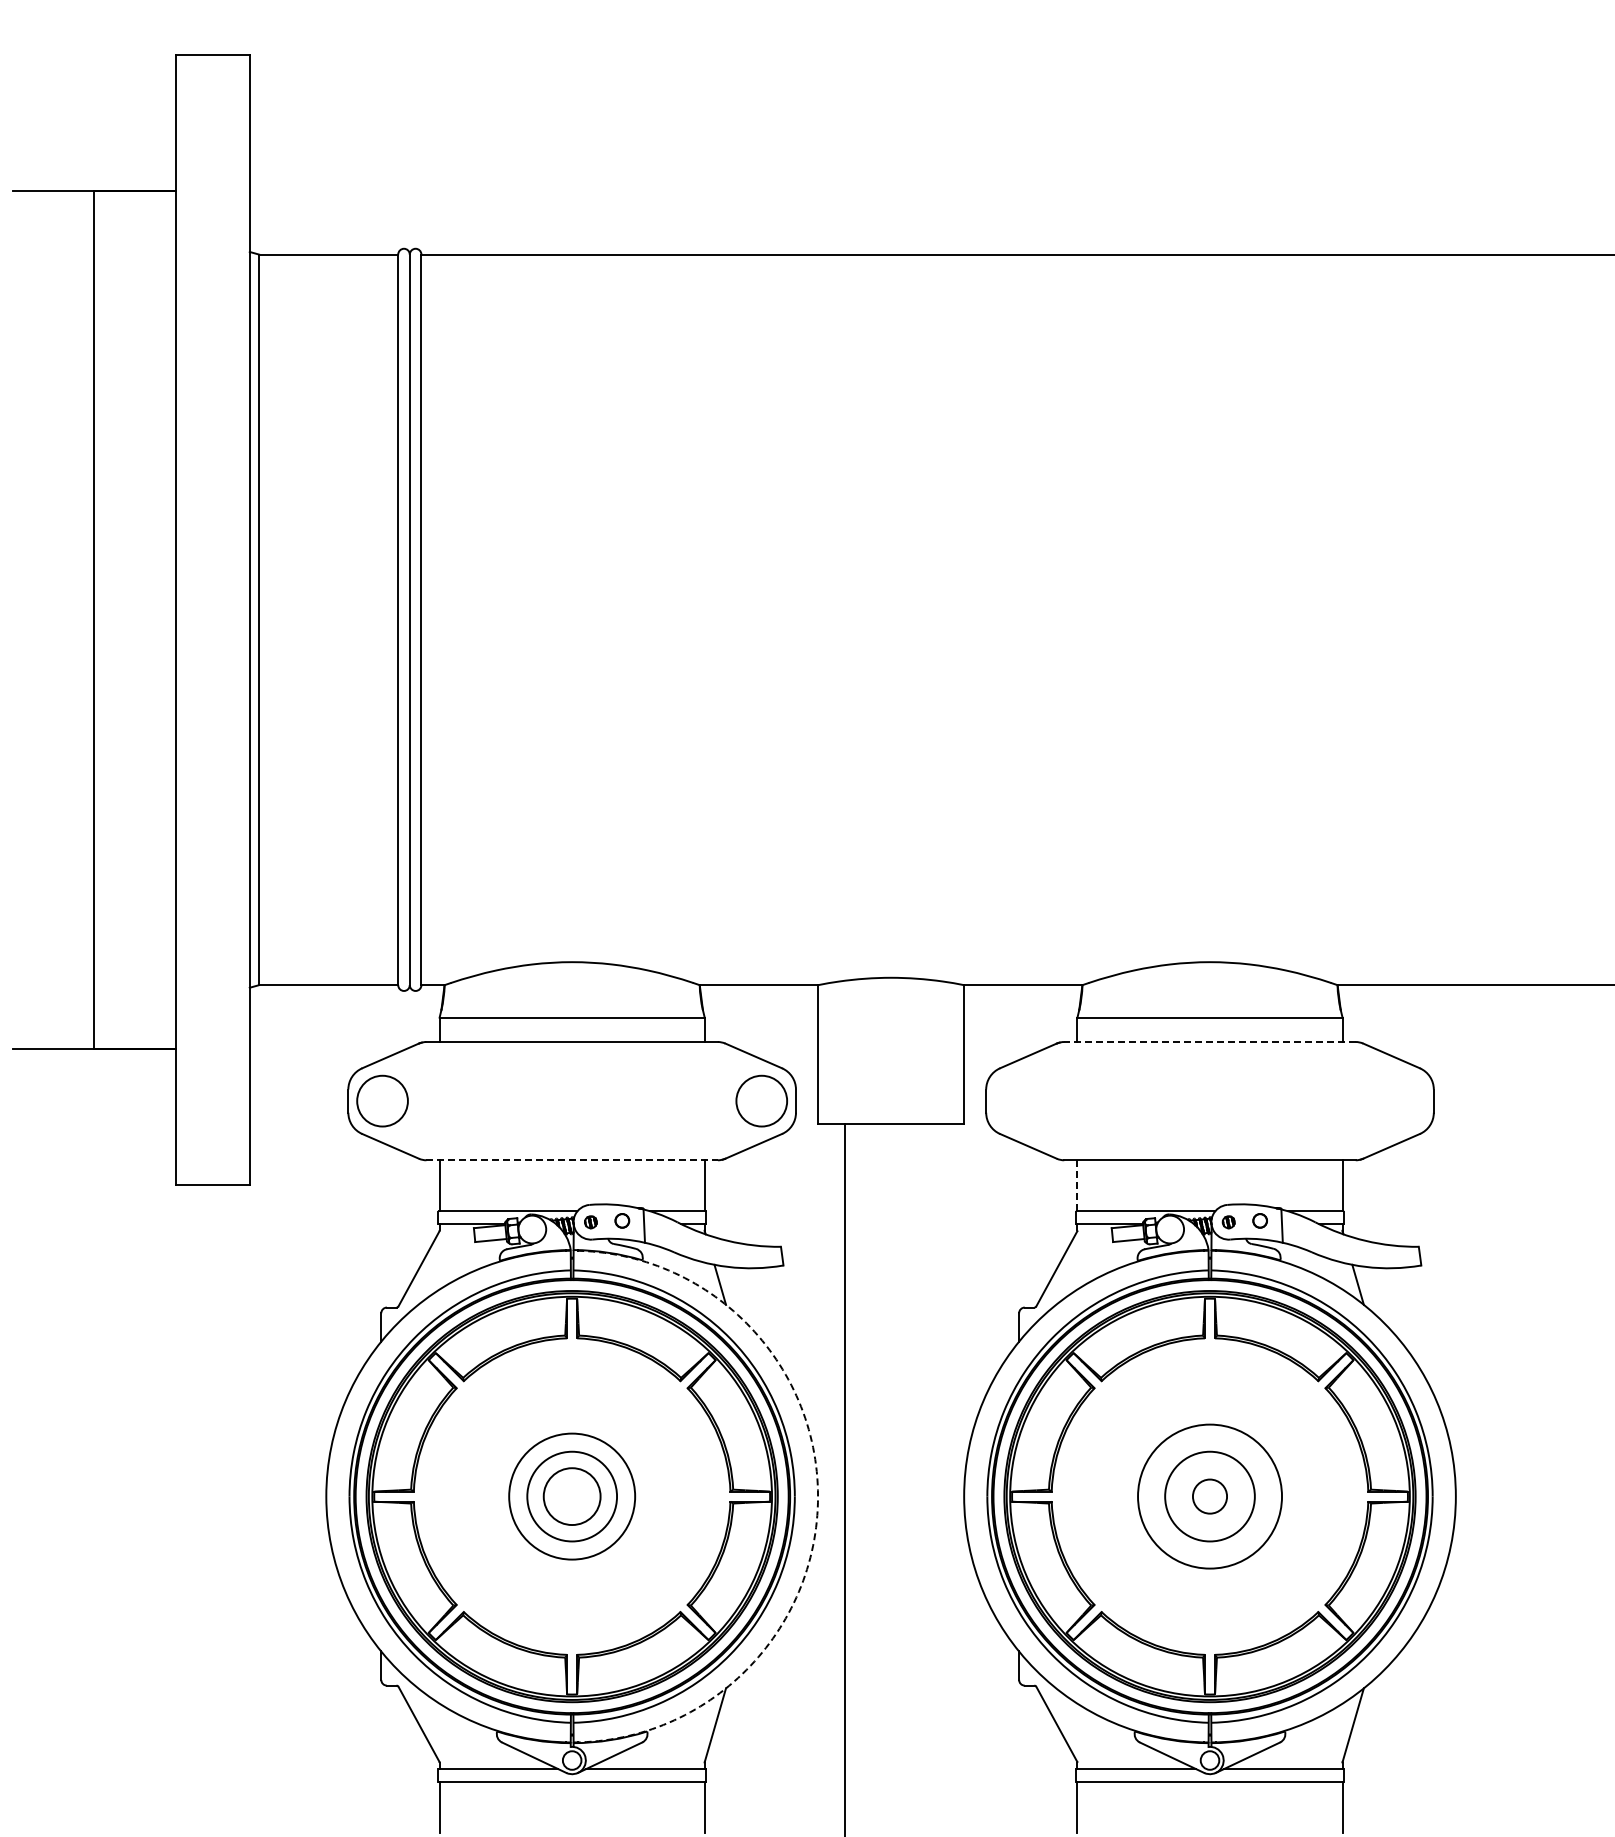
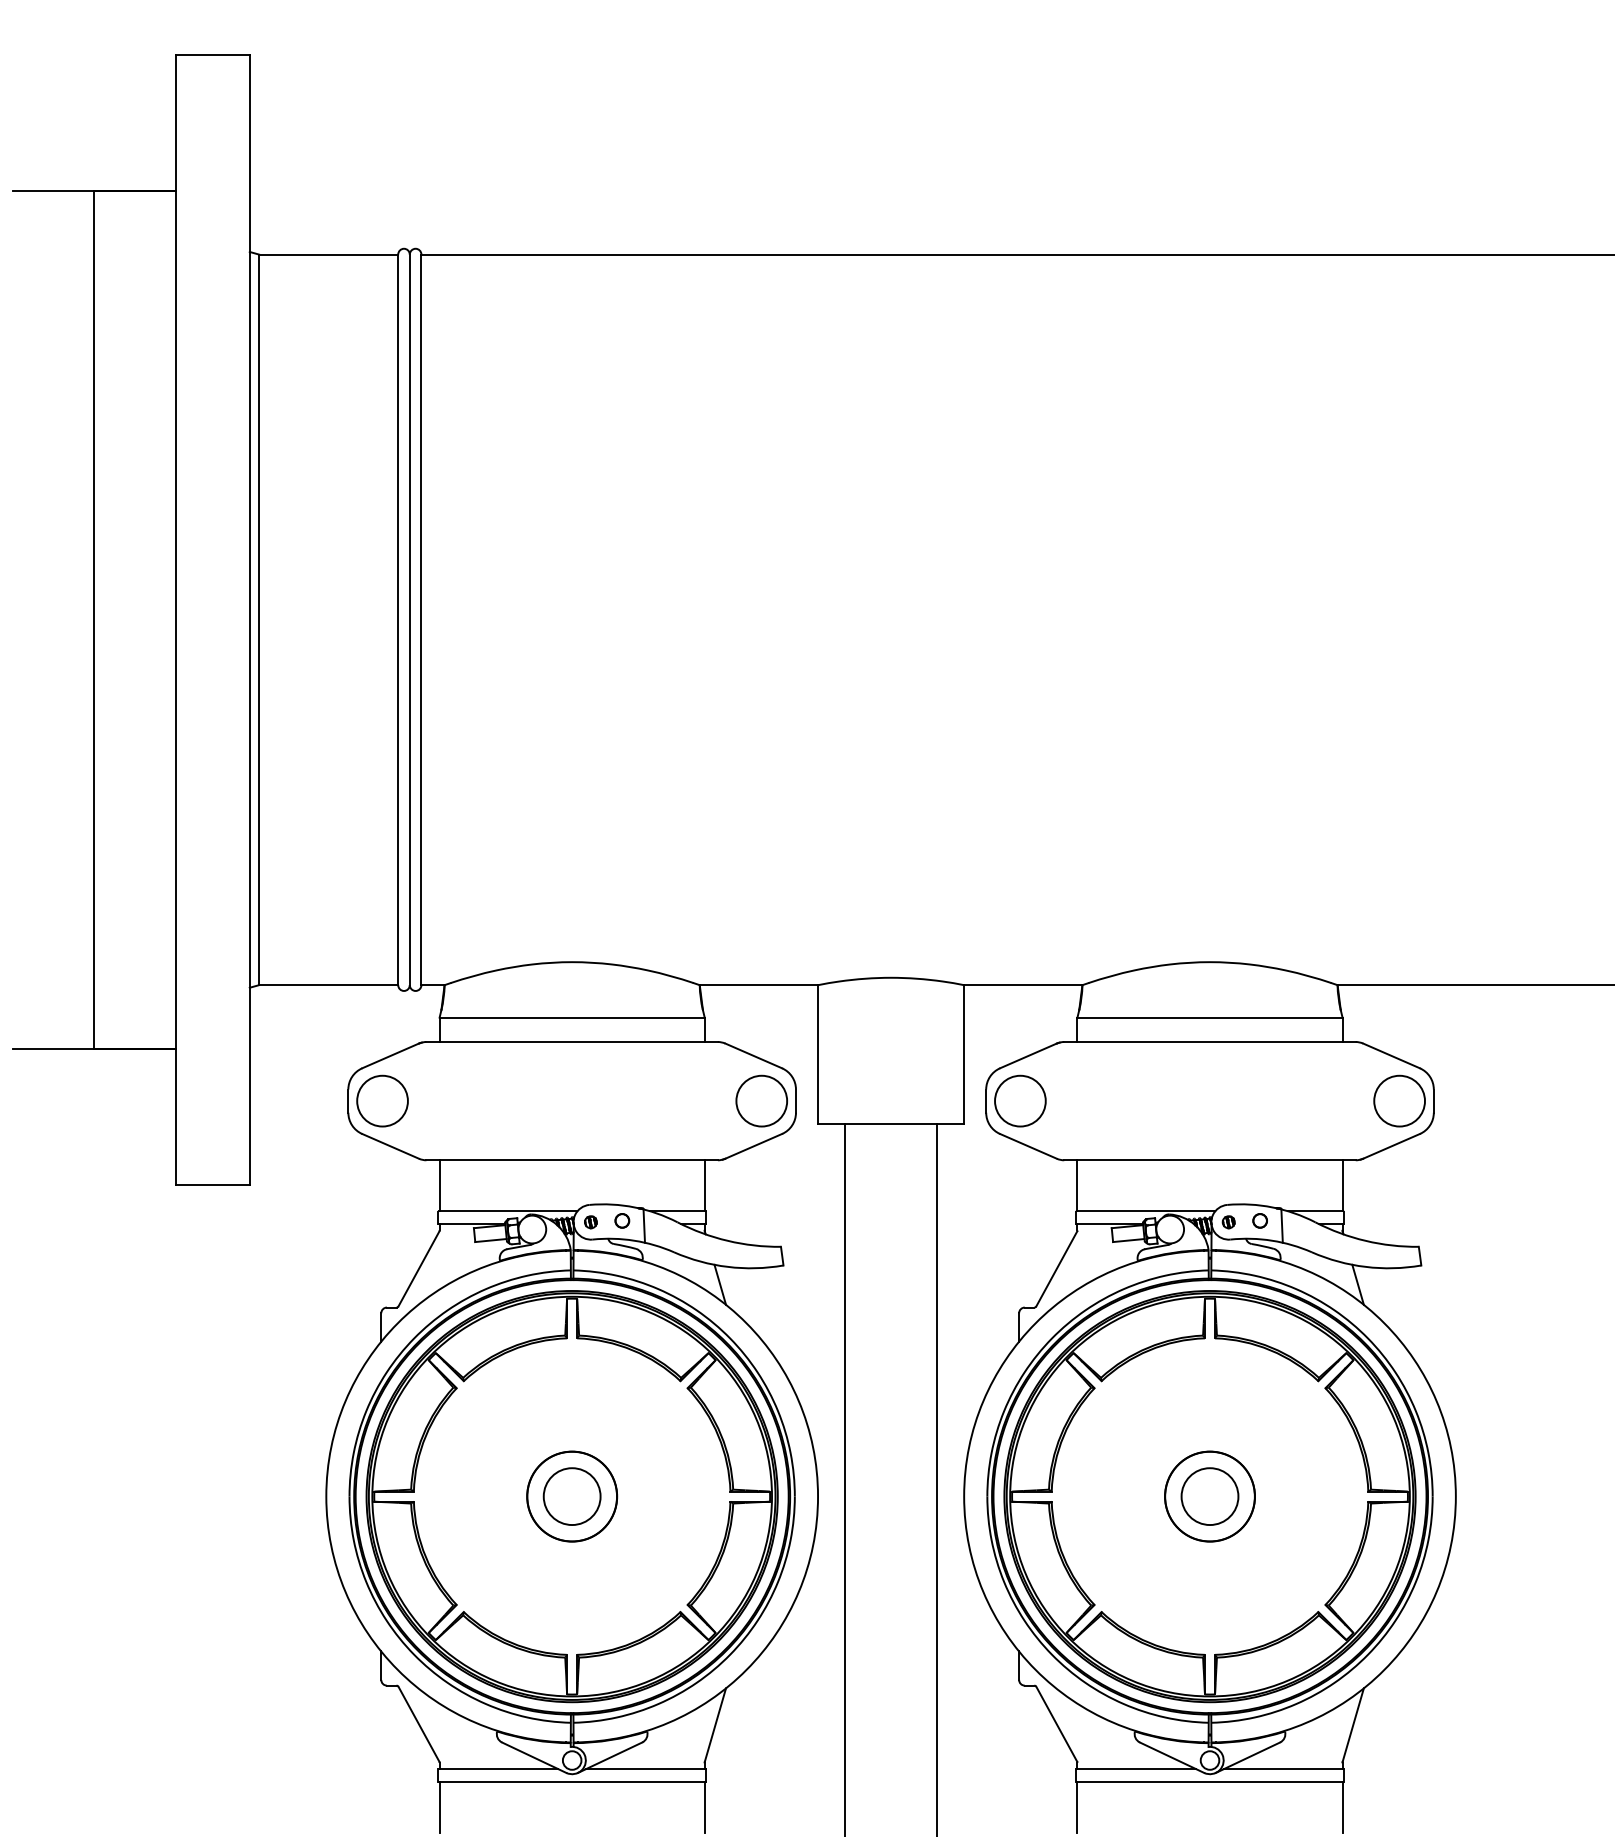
line at (1210, 1042): dashed -> solid
circle at (1020, 1100): none -> present
circle at (1399, 1100): none -> present
line at (572, 1160): dashed -> solid
line at (1077, 1185): dashed -> solid
line at (937, 1478): none -> present
circle at (572, 1496) diameter: 126 px -> 90 px
arc at (818, 1496): dashed -> solid
circle at (1209, 1496) diameter: 34 px -> 57 px
circle at (1210, 1496) diameter: 144 px -> 90 px
